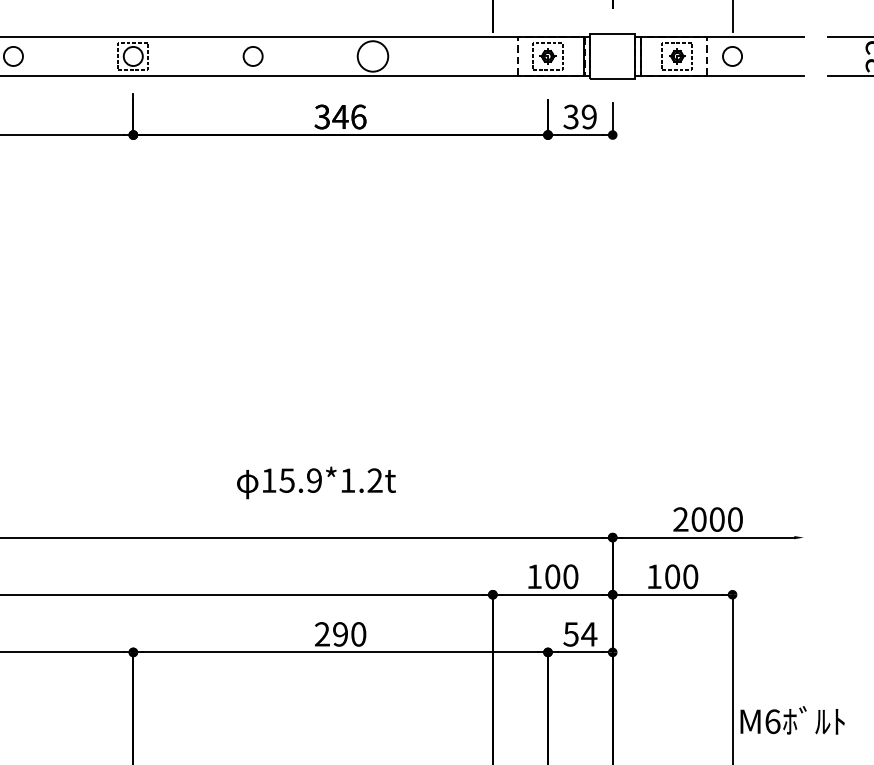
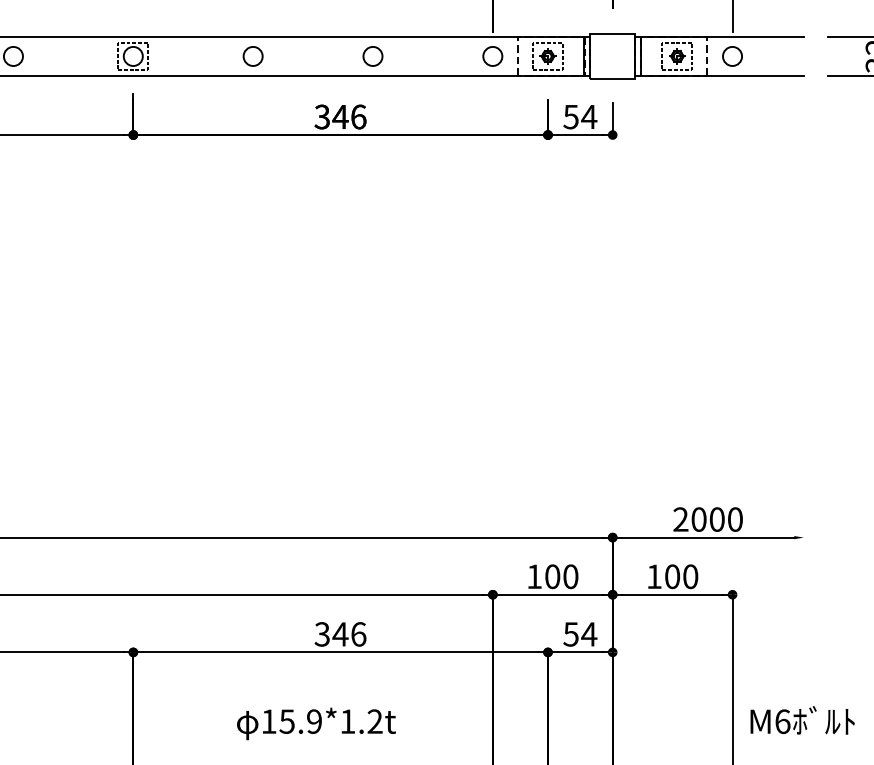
circle at (372, 56) diameter: 30 px -> 19 px
circle at (492, 56): none -> present
text at (580, 116): 39 -> 54
text at (316, 482) position: (316, 482) -> (316, 723)
text at (340, 634): 290 -> 346
text at (792, 720) position: (792, 720) -> (802, 720)
